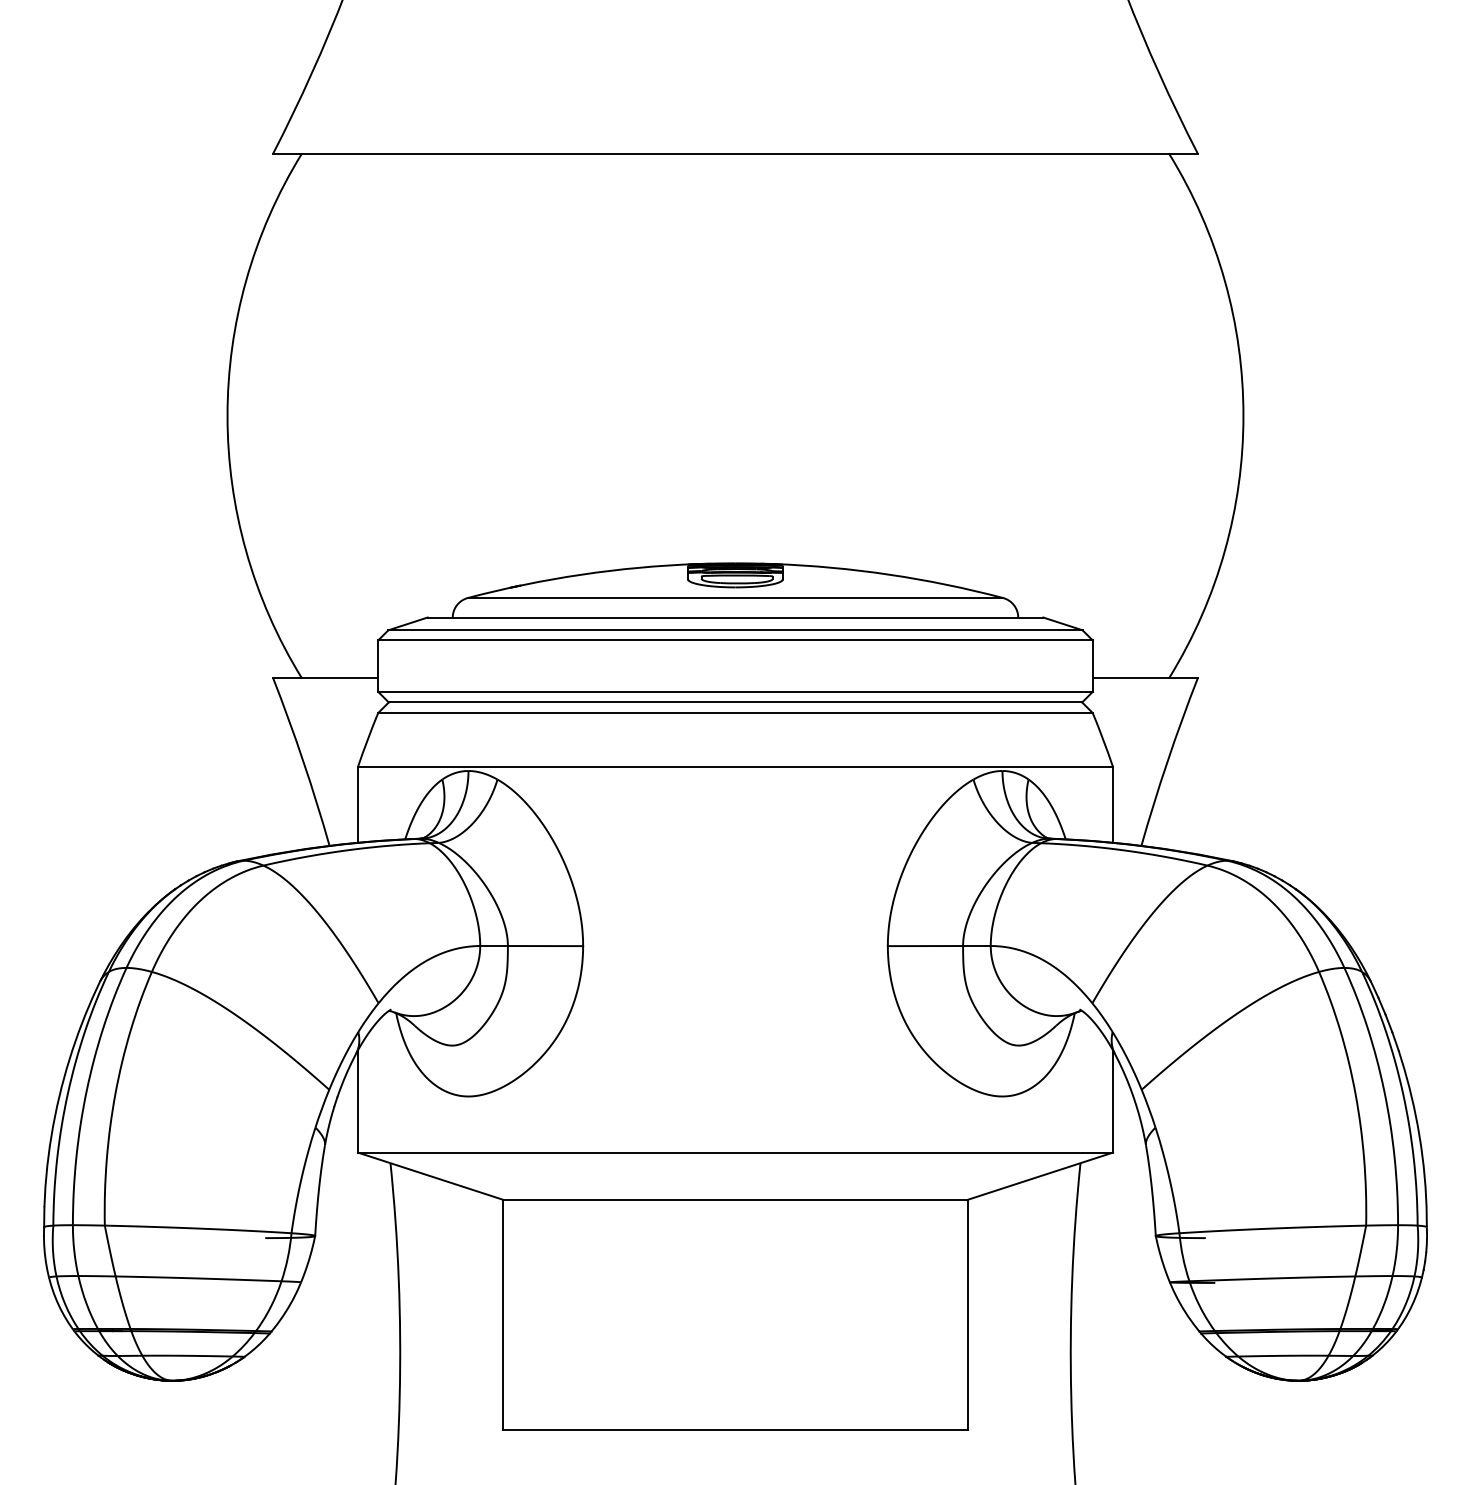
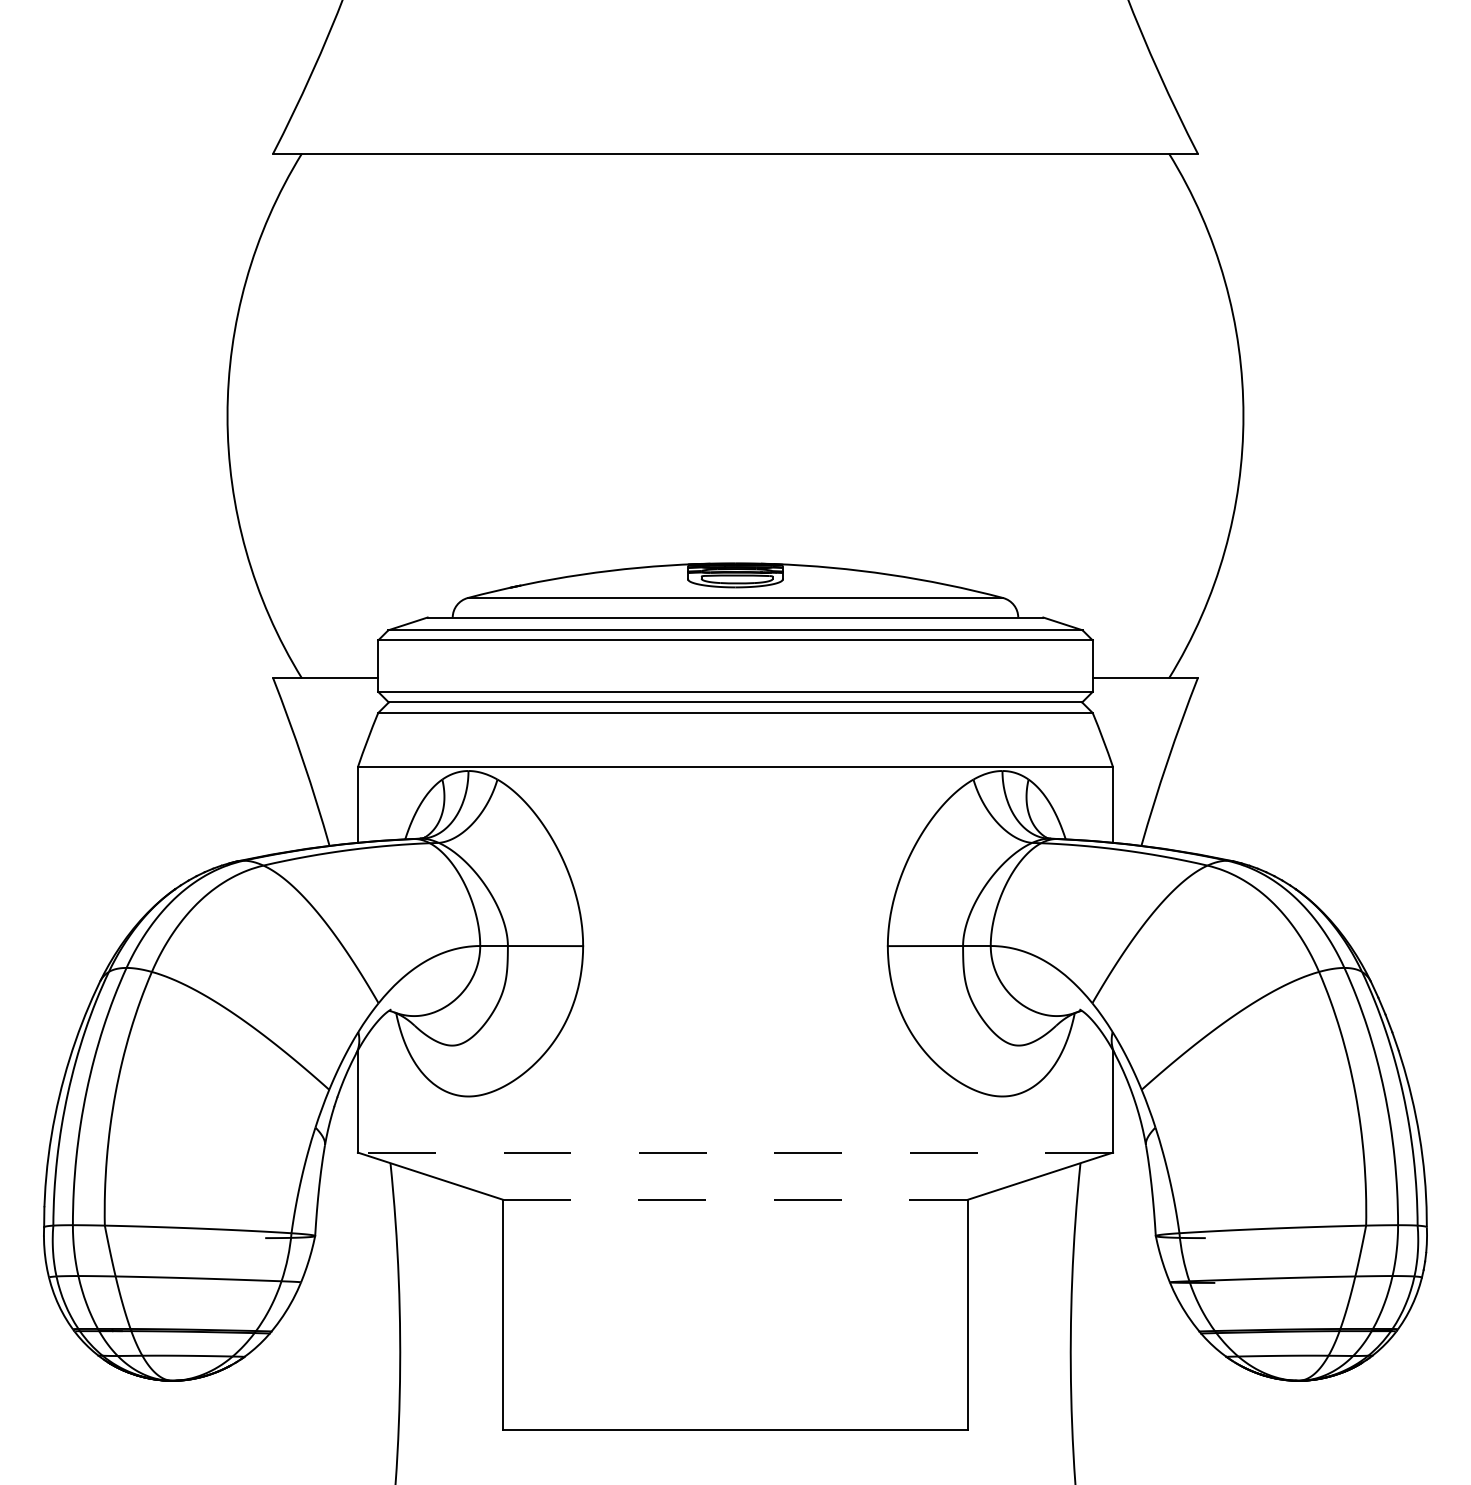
line at (735, 1152): solid -> dashed
line at (735, 1199): solid -> dashed
